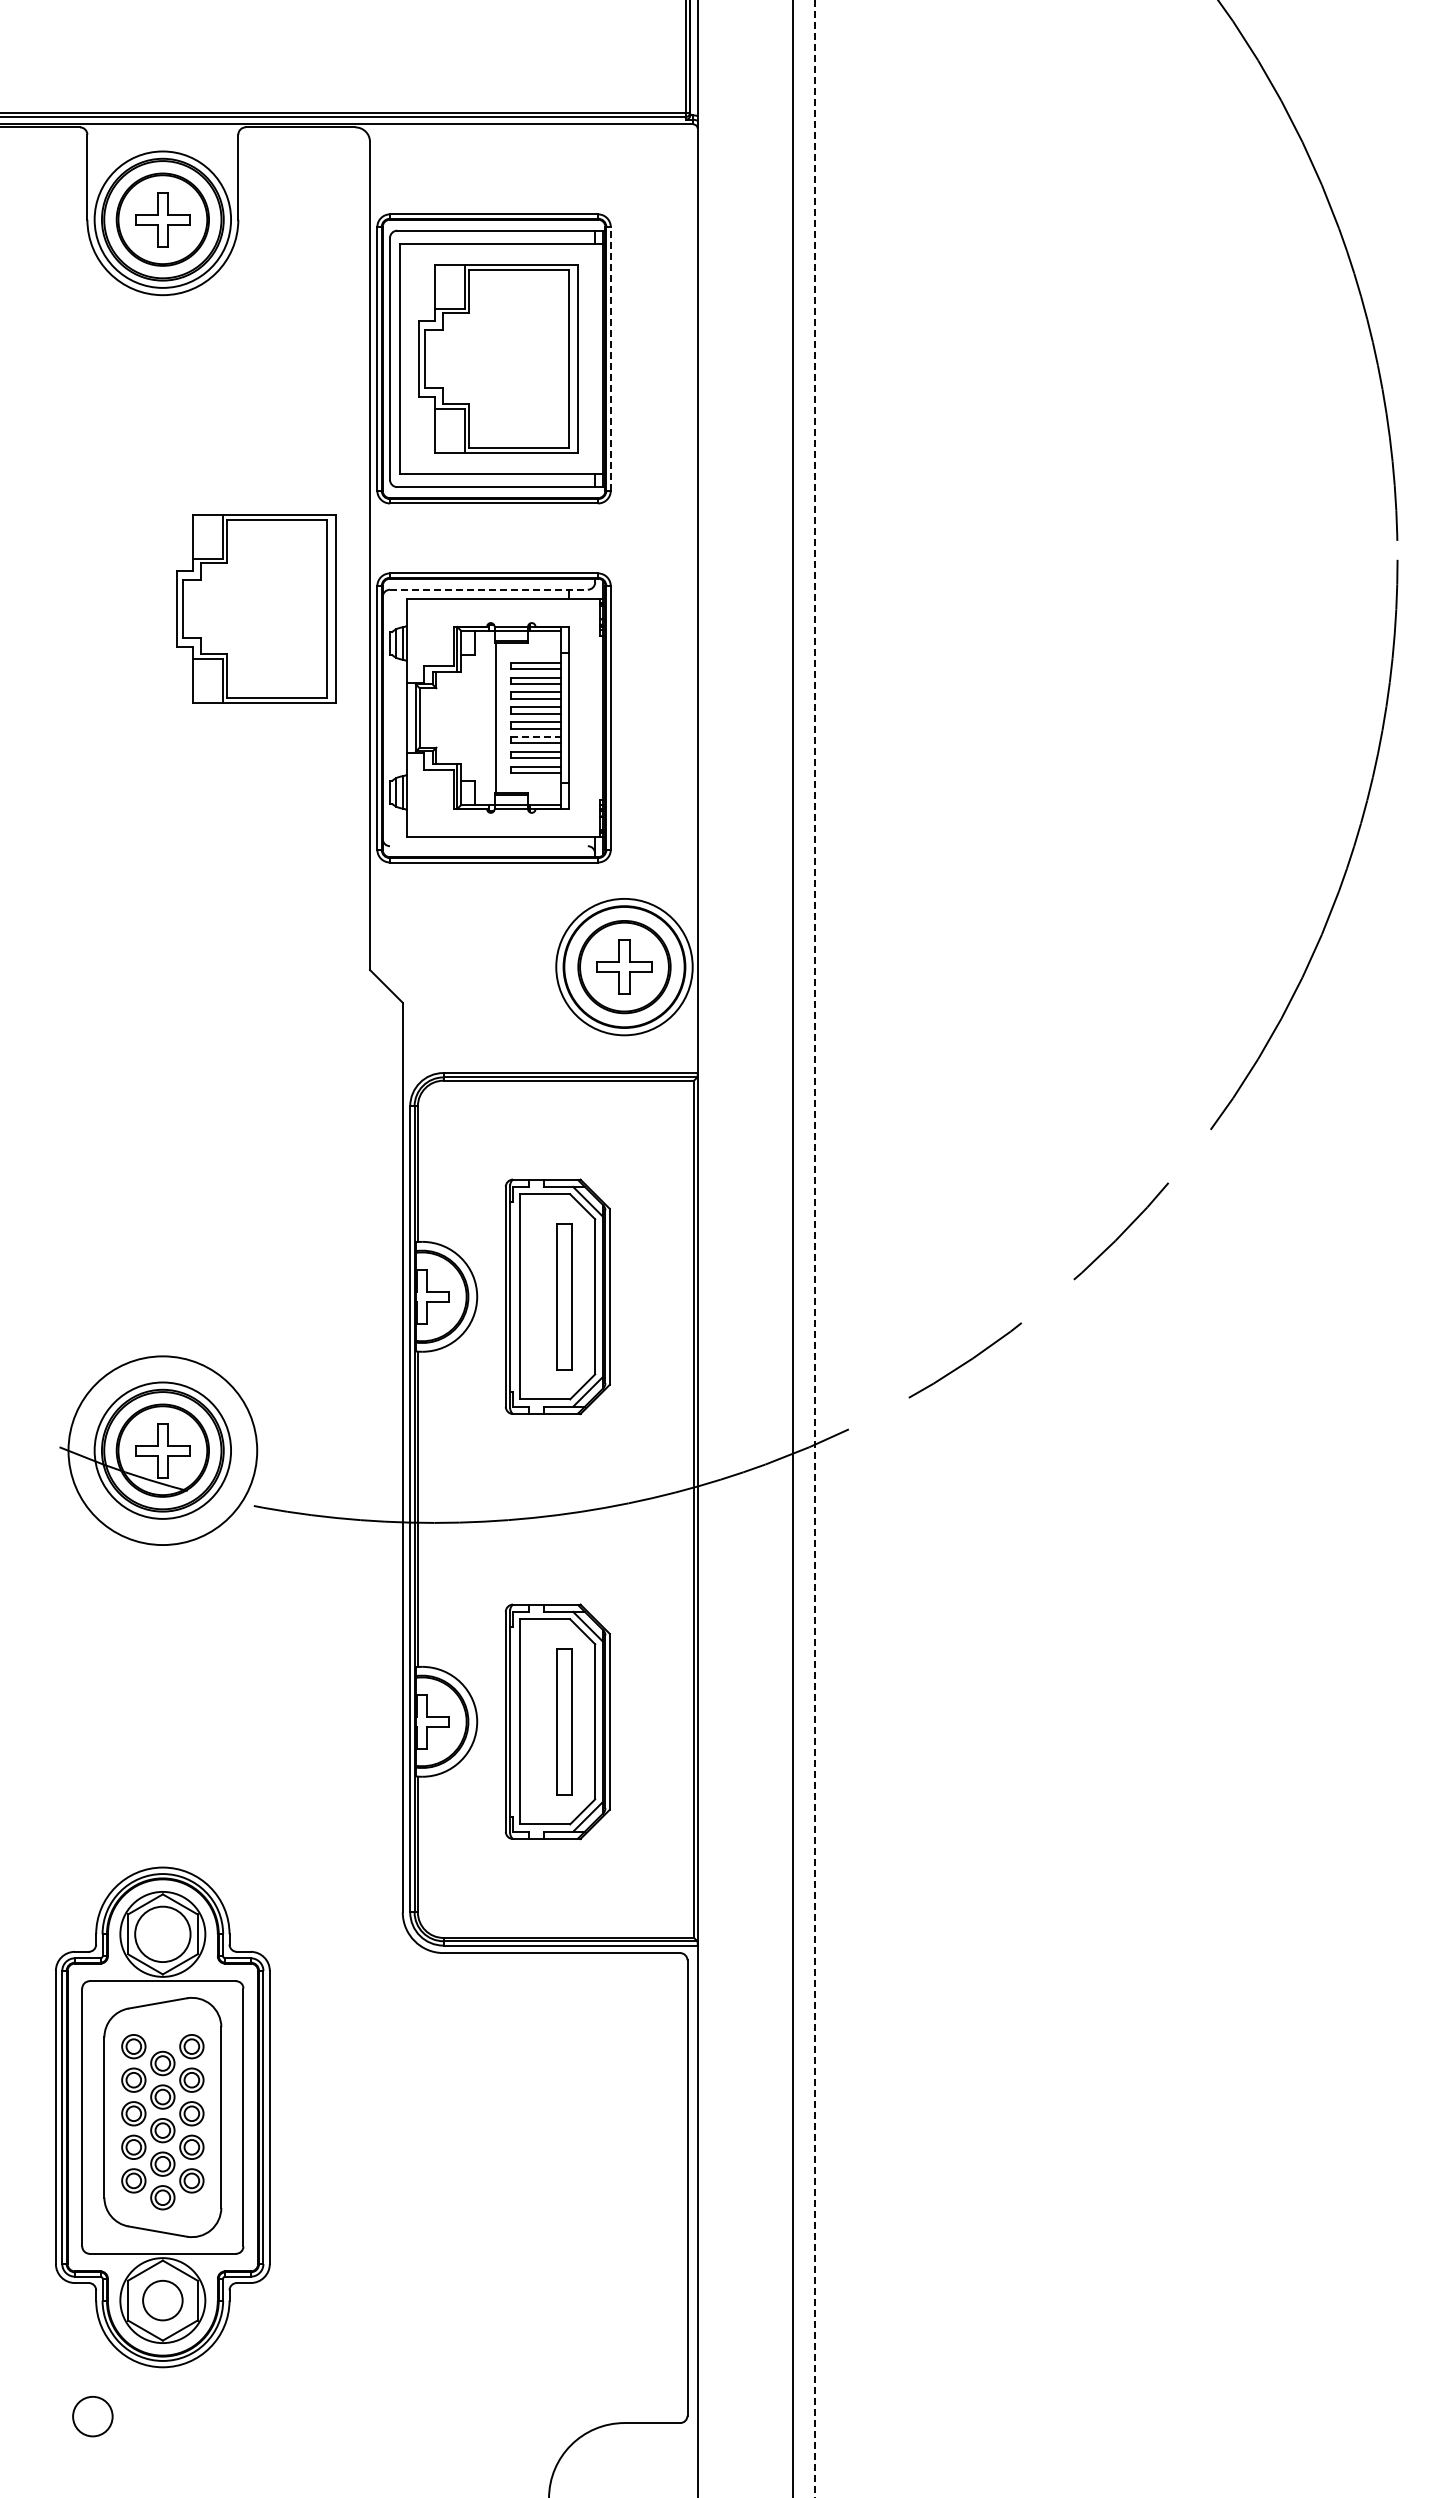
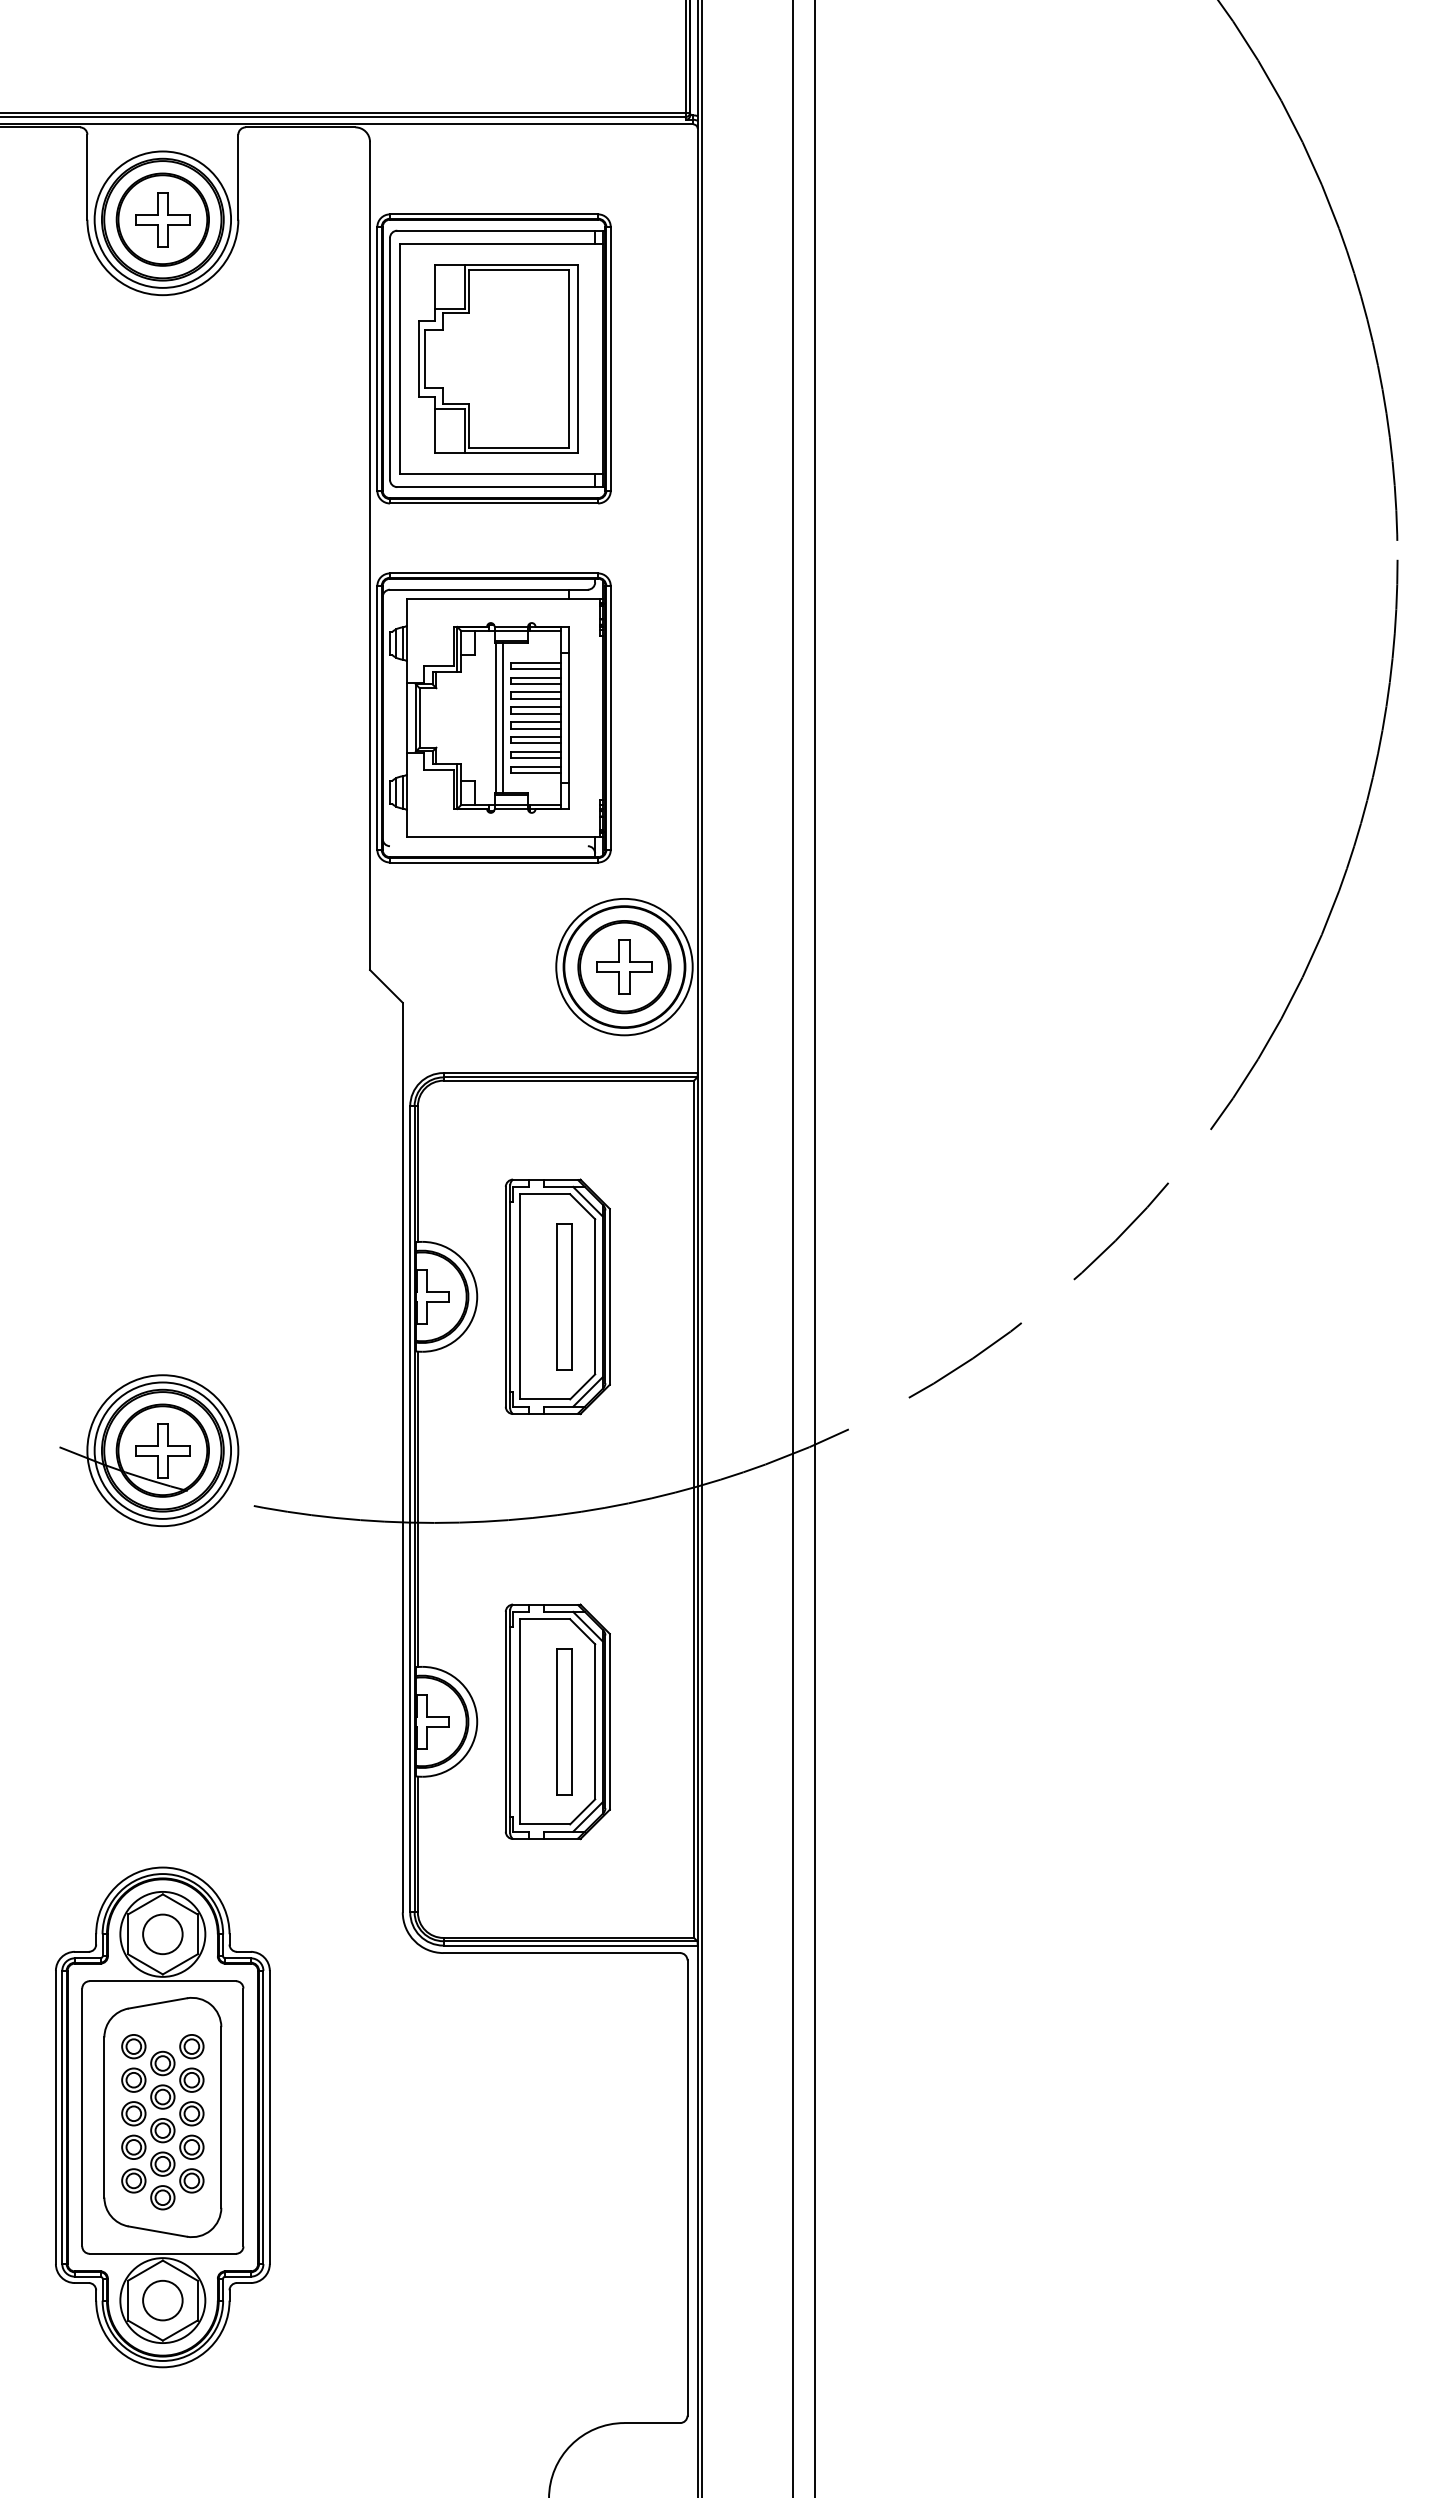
line at (610, 358): dashed -> solid
line at (488, 589): dashed -> solid
part at (256, 608): present -> none
line at (503, 717): none -> present
line at (536, 737): dashed -> solid
line at (702, 1248): none -> present
line at (815, 1249): dashed -> solid
circle at (162, 1450) diameter: 189 px -> 151 px
circle at (162, 1934) diameter: 55 px -> 40 px
circle at (92, 2416): present -> none
